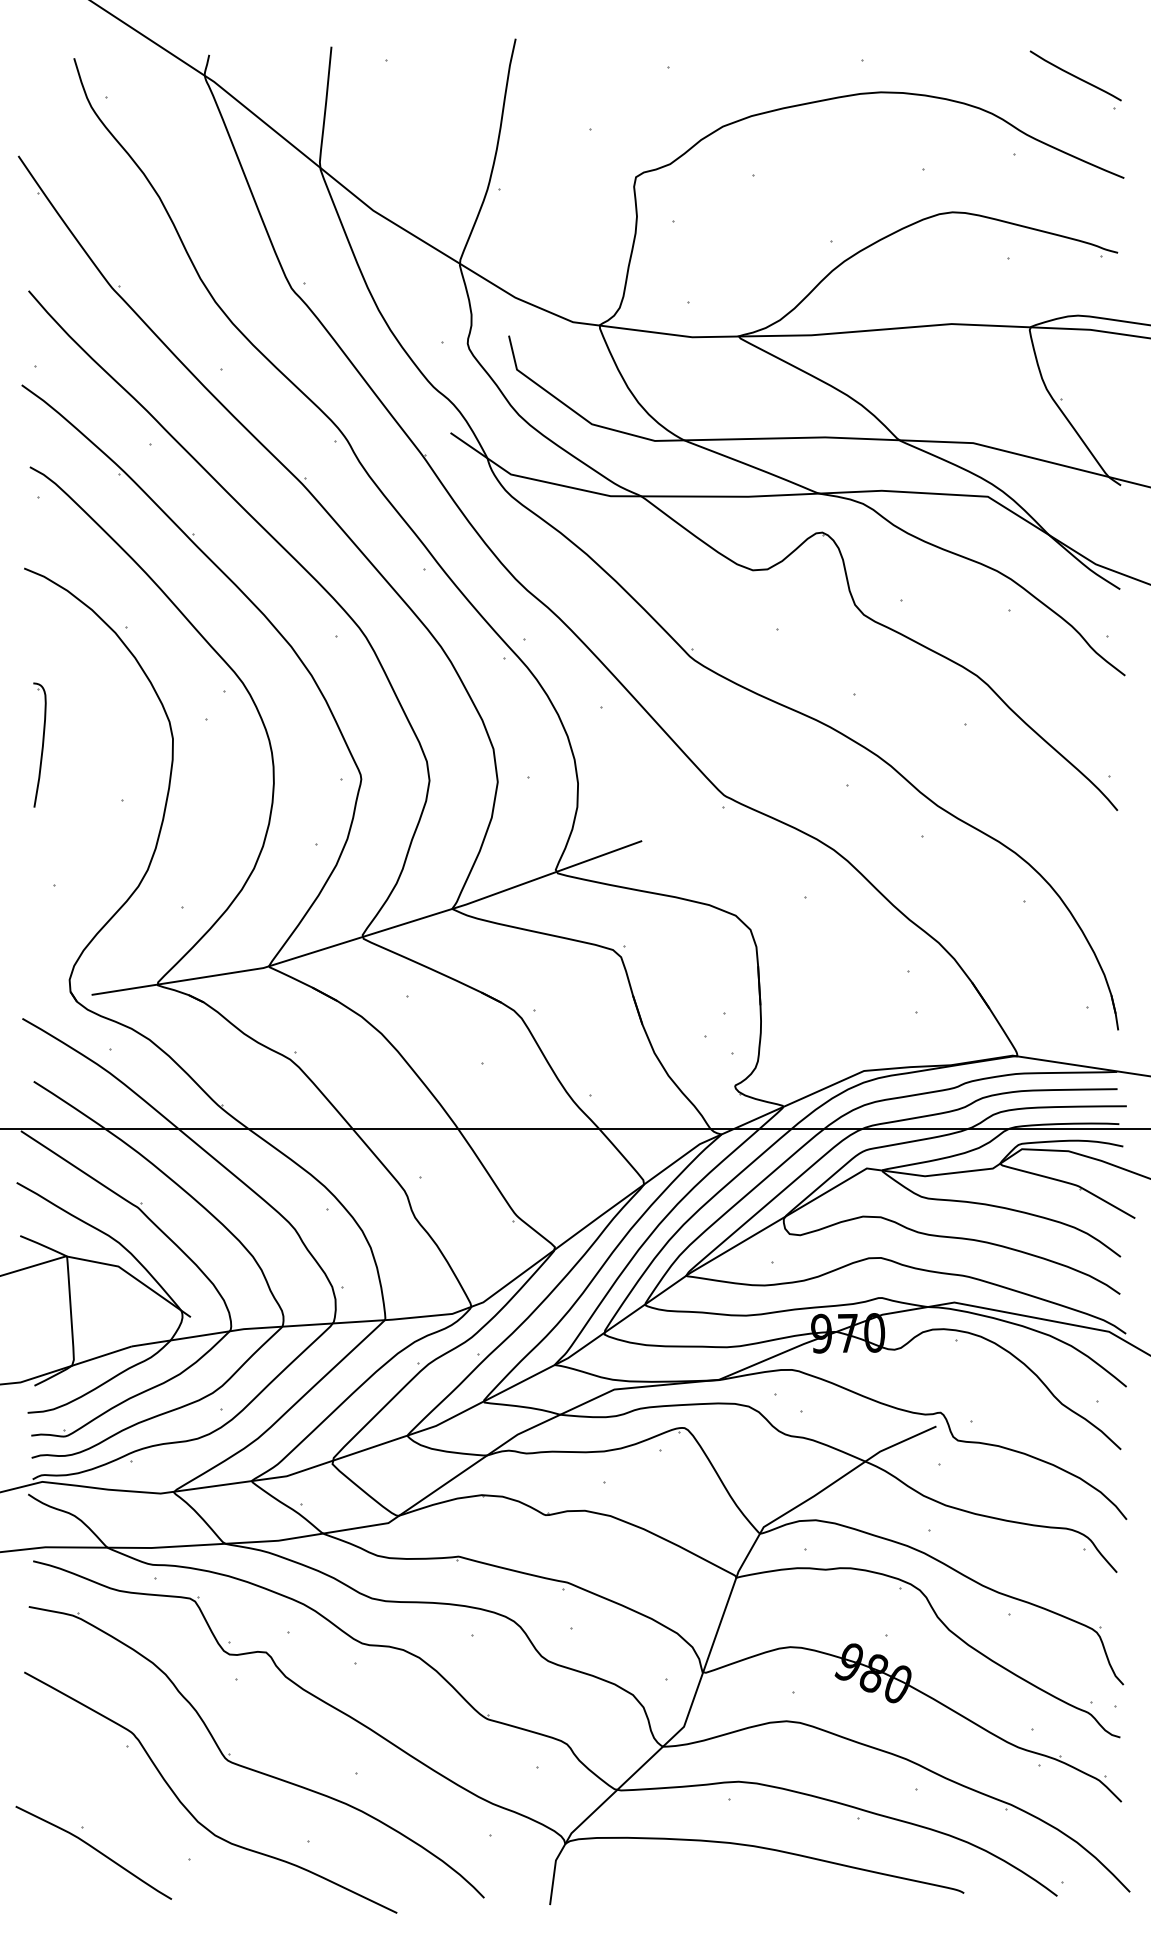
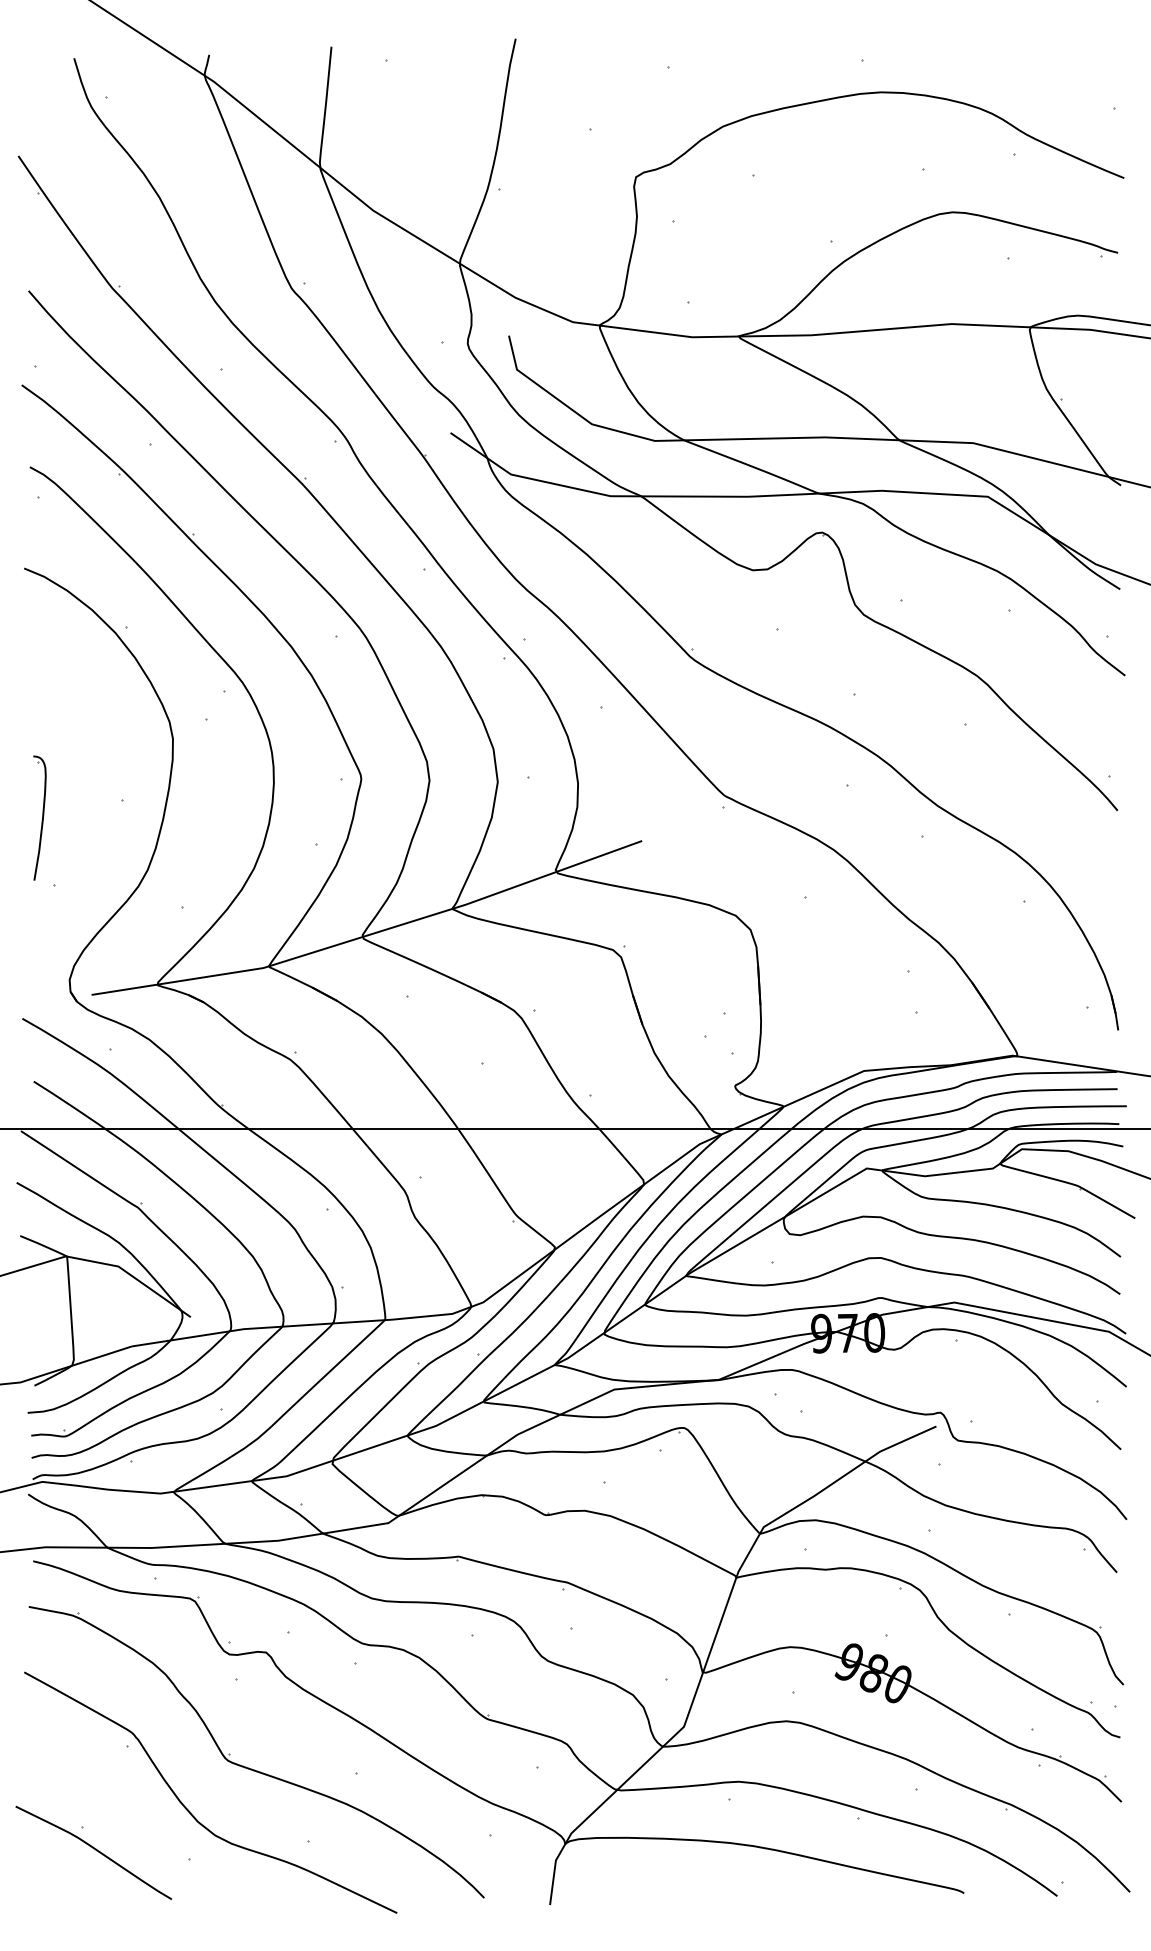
curve at (1075, 75): present -> none
part at (39, 744) position: (39, 744) -> (39, 817)
